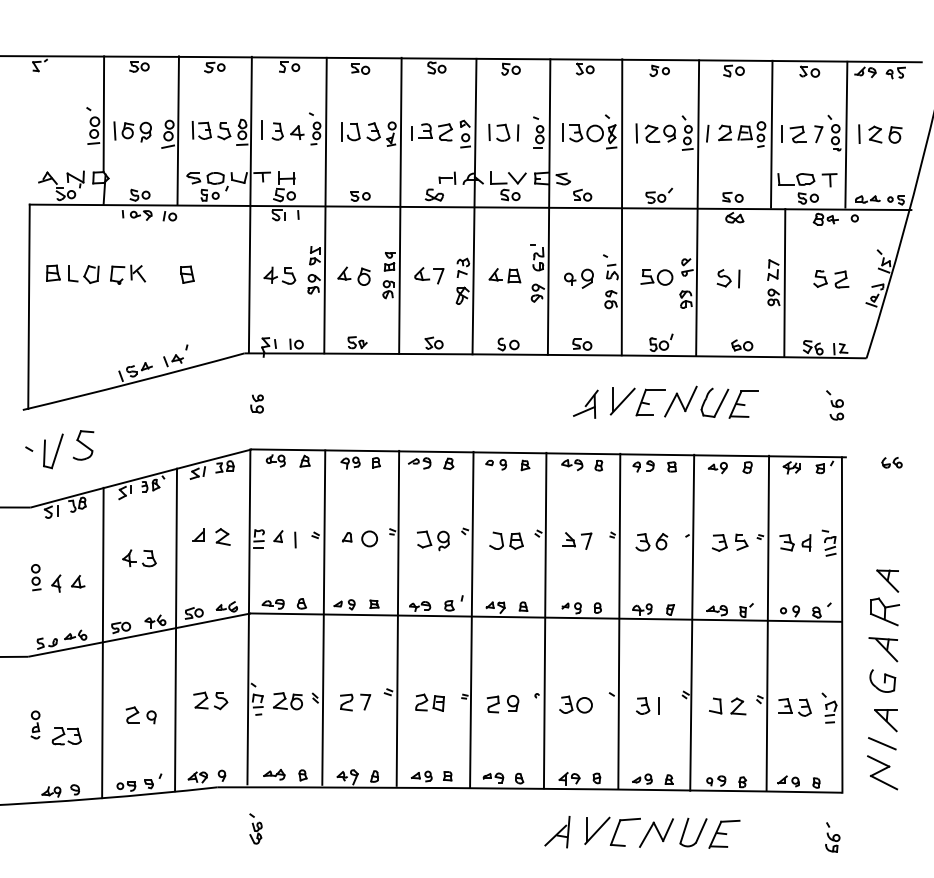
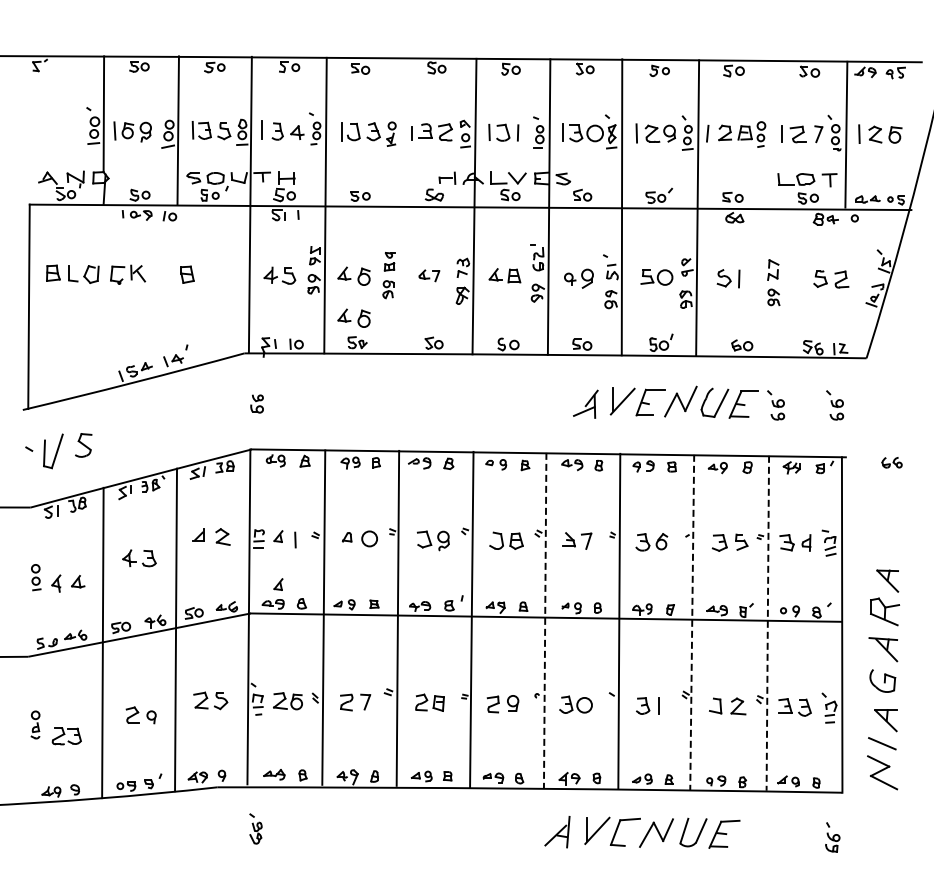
line at (771, 133): present -> none
line at (400, 205): present -> none
part at (429, 275) size: 31x18 px -> 23x14 px
line at (784, 282): present -> none
part at (353, 317): none -> present
part at (776, 405): none -> present
part at (83, 445) size: 22x31 px -> 18x25 px
part at (278, 584): none -> present
line at (545, 620): solid -> dashed
line at (692, 622): solid -> dashed
line at (767, 623): solid -> dashed
